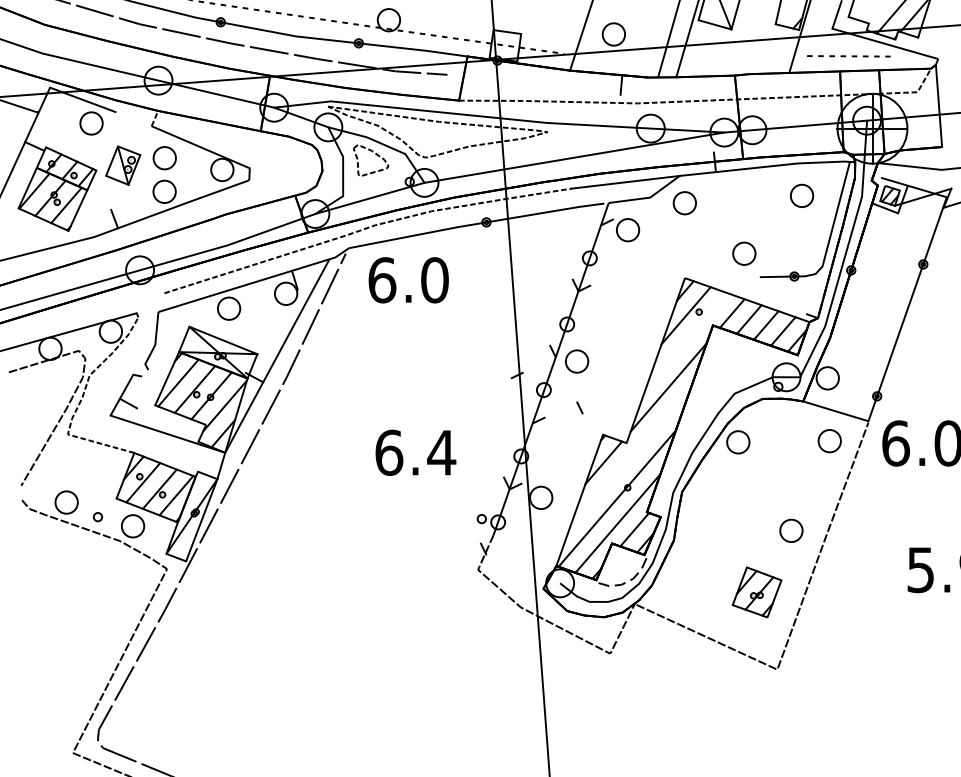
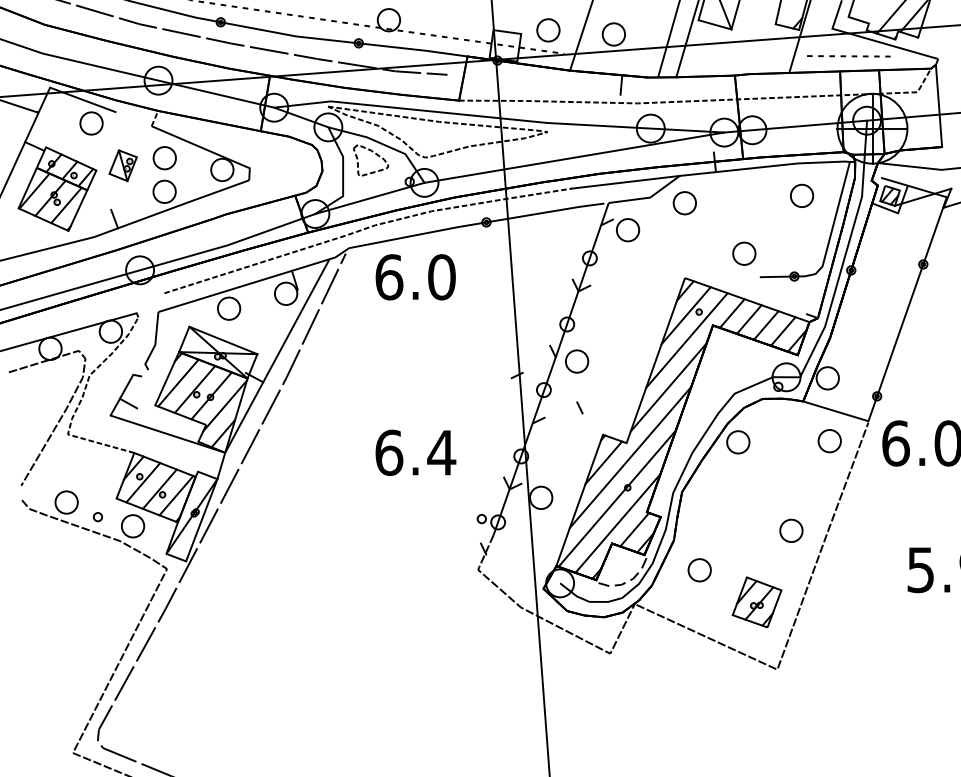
part at (548, 30): none -> present
part at (123, 165) size: 37x41 px -> 30x34 px
text at (408, 280) position: (408, 280) -> (415, 277)
line at (686, 340): none -> present
line at (630, 457): none -> present
part at (699, 570): none -> present
part at (756, 592) position: (756, 592) -> (756, 602)
